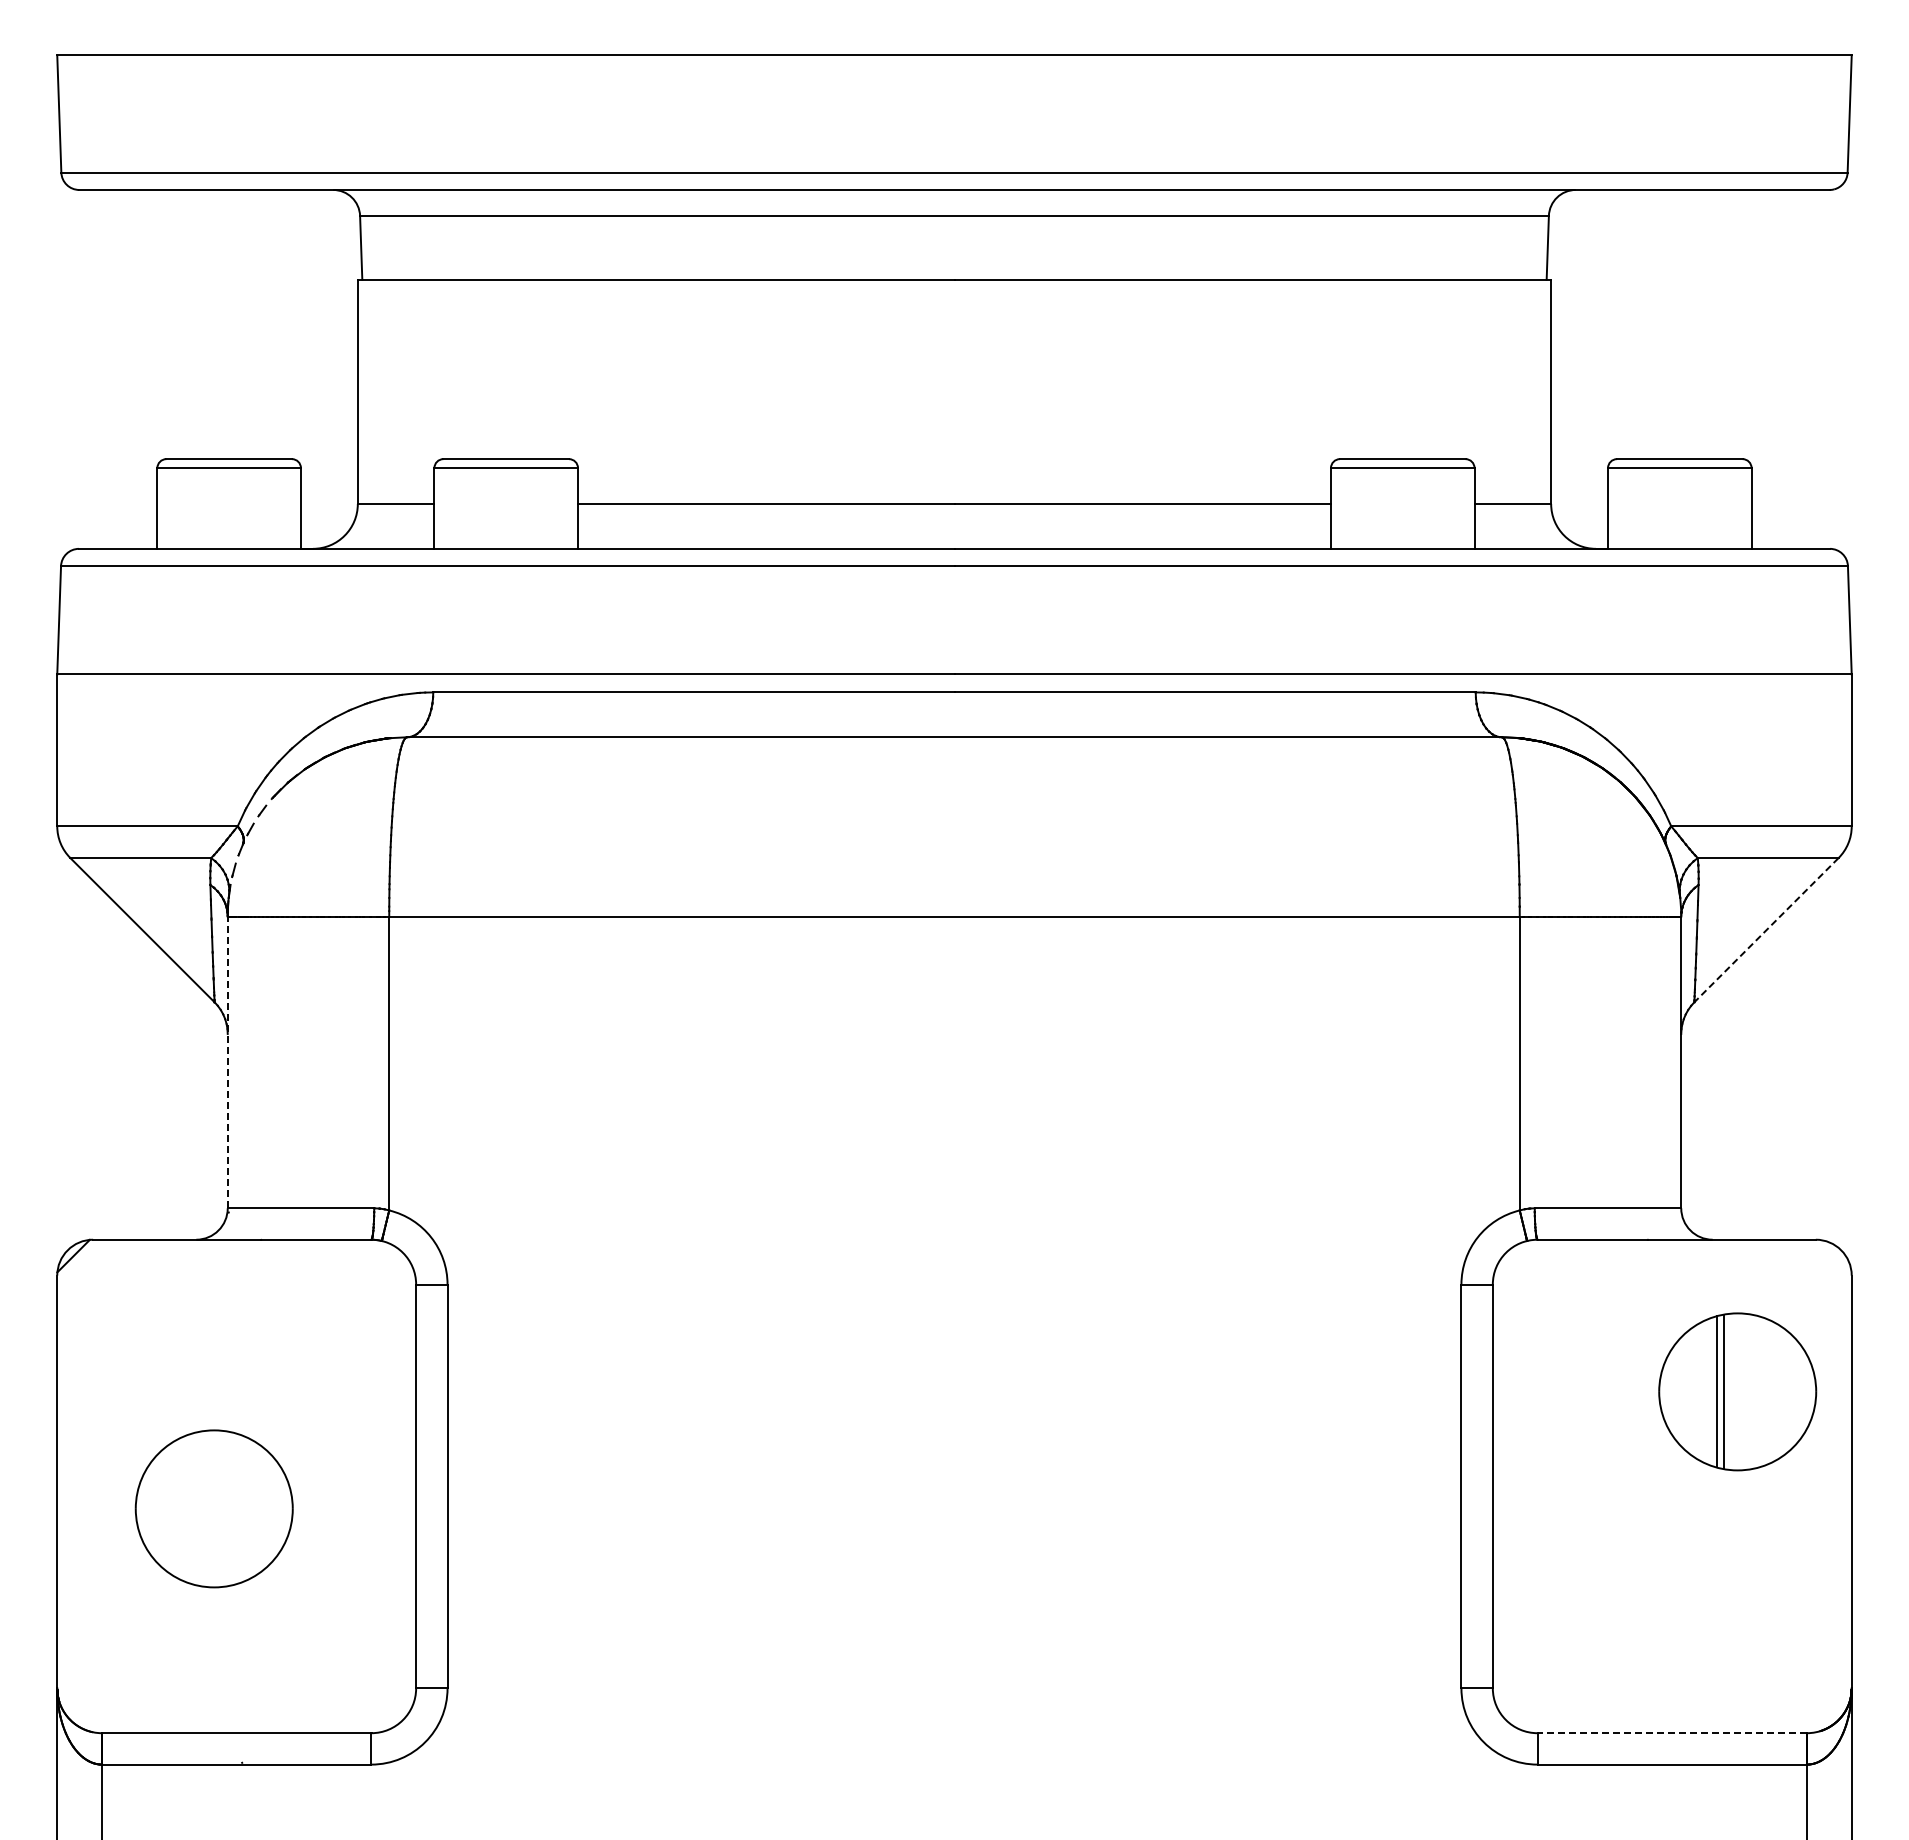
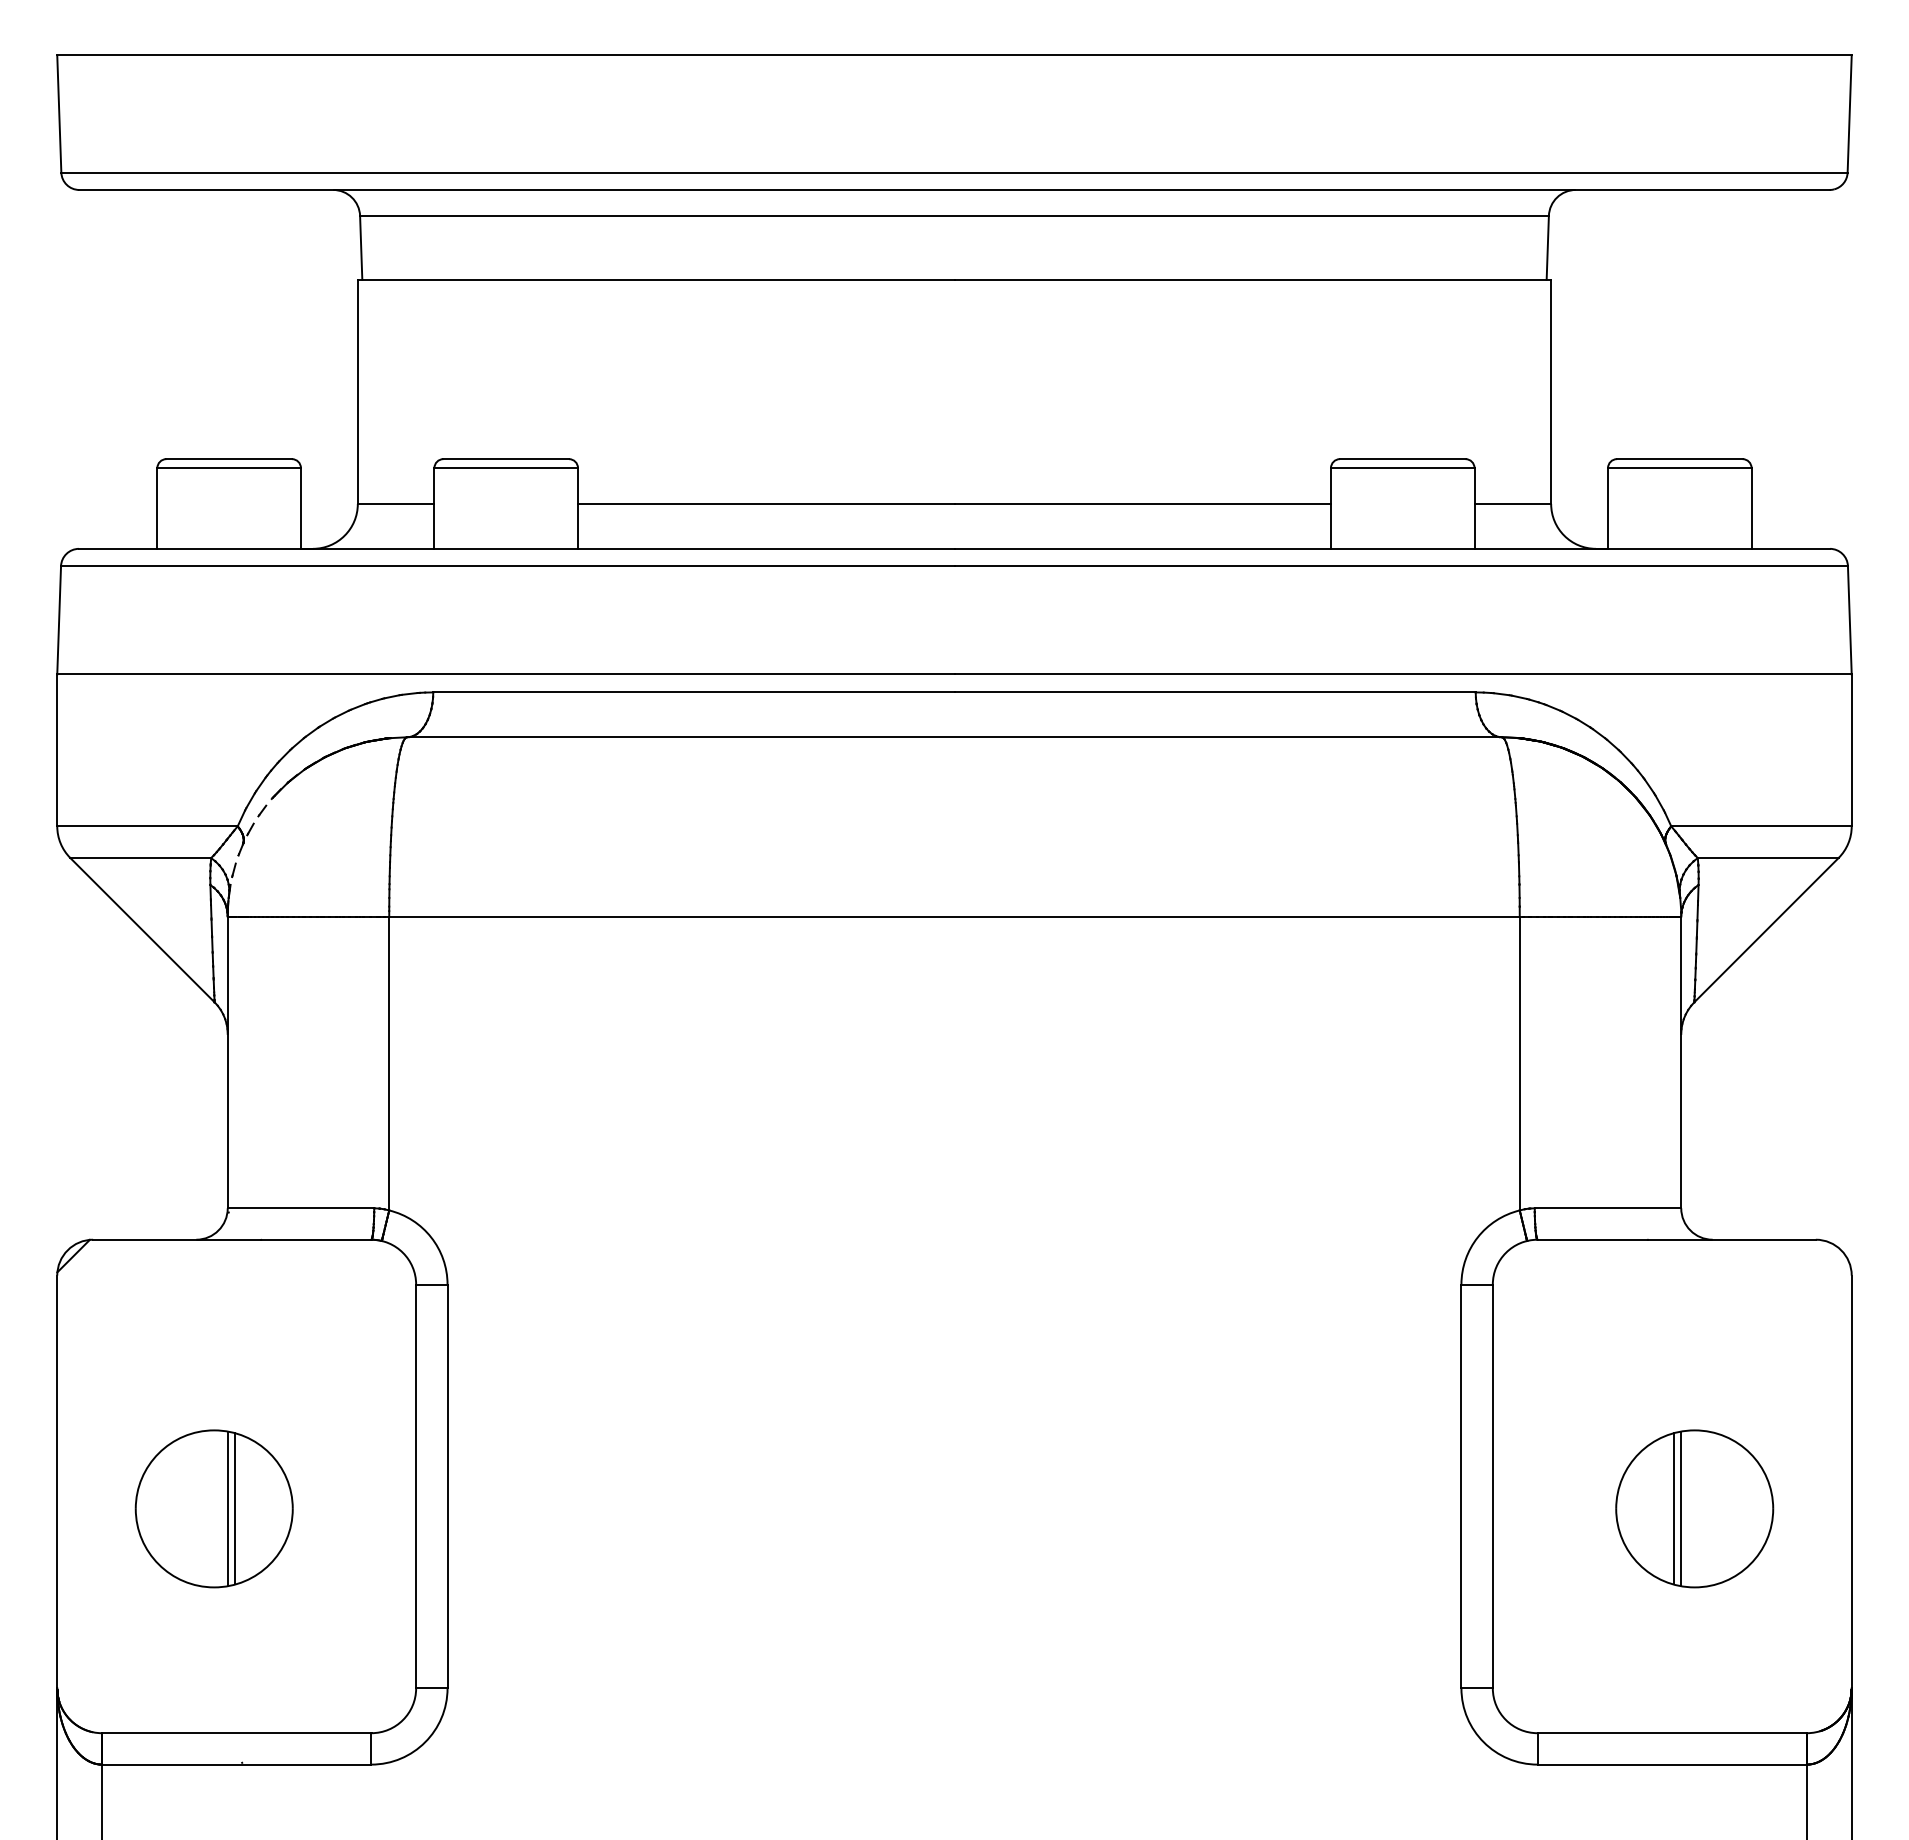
line at (1766, 930): dashed -> solid
line at (227, 1062): dashed -> solid
part at (1737, 1391) position: (1737, 1391) -> (1694, 1508)
line at (227, 1508): none -> present
line at (235, 1508): none -> present
line at (1672, 1733): dashed -> solid
